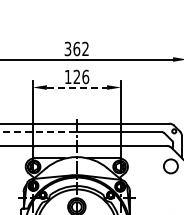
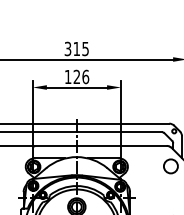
text at (80, 48): 362 -> 315
line at (77, 87): dashed -> solid
line at (39, 132): dashed -> solid
